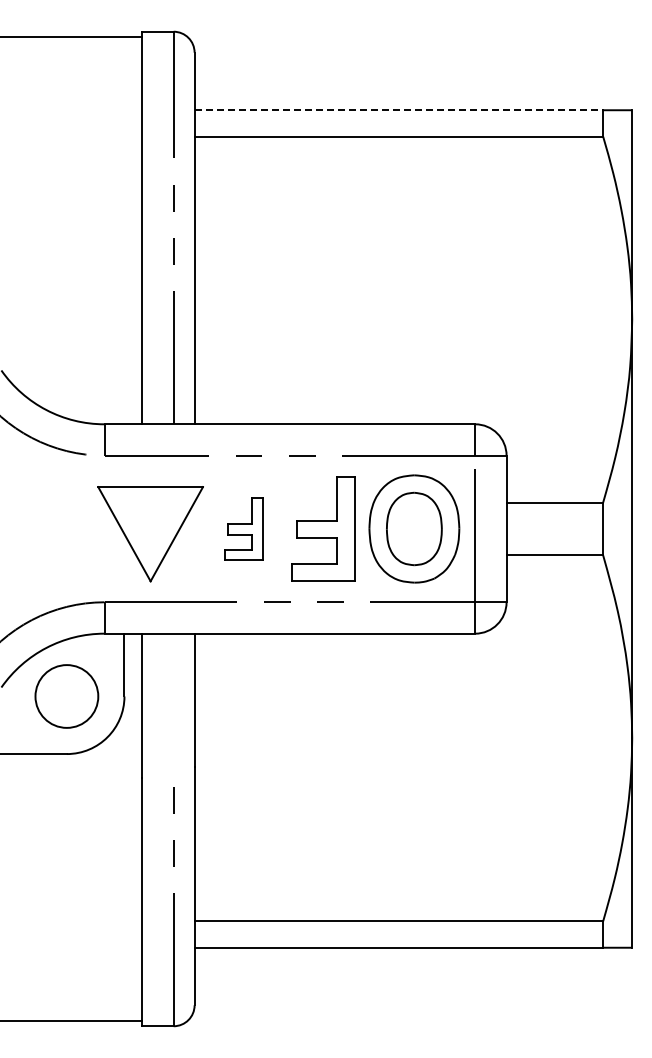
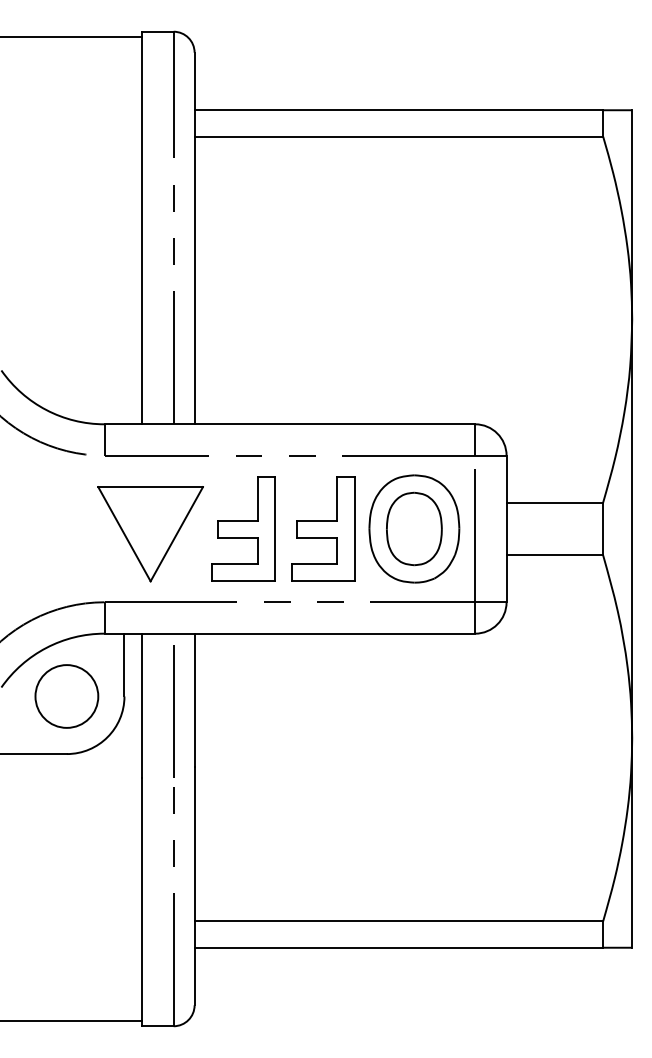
line at (399, 110): dashed -> solid
part at (243, 528) size: 40x64 px -> 65x106 px
line at (173, 705): none -> present
